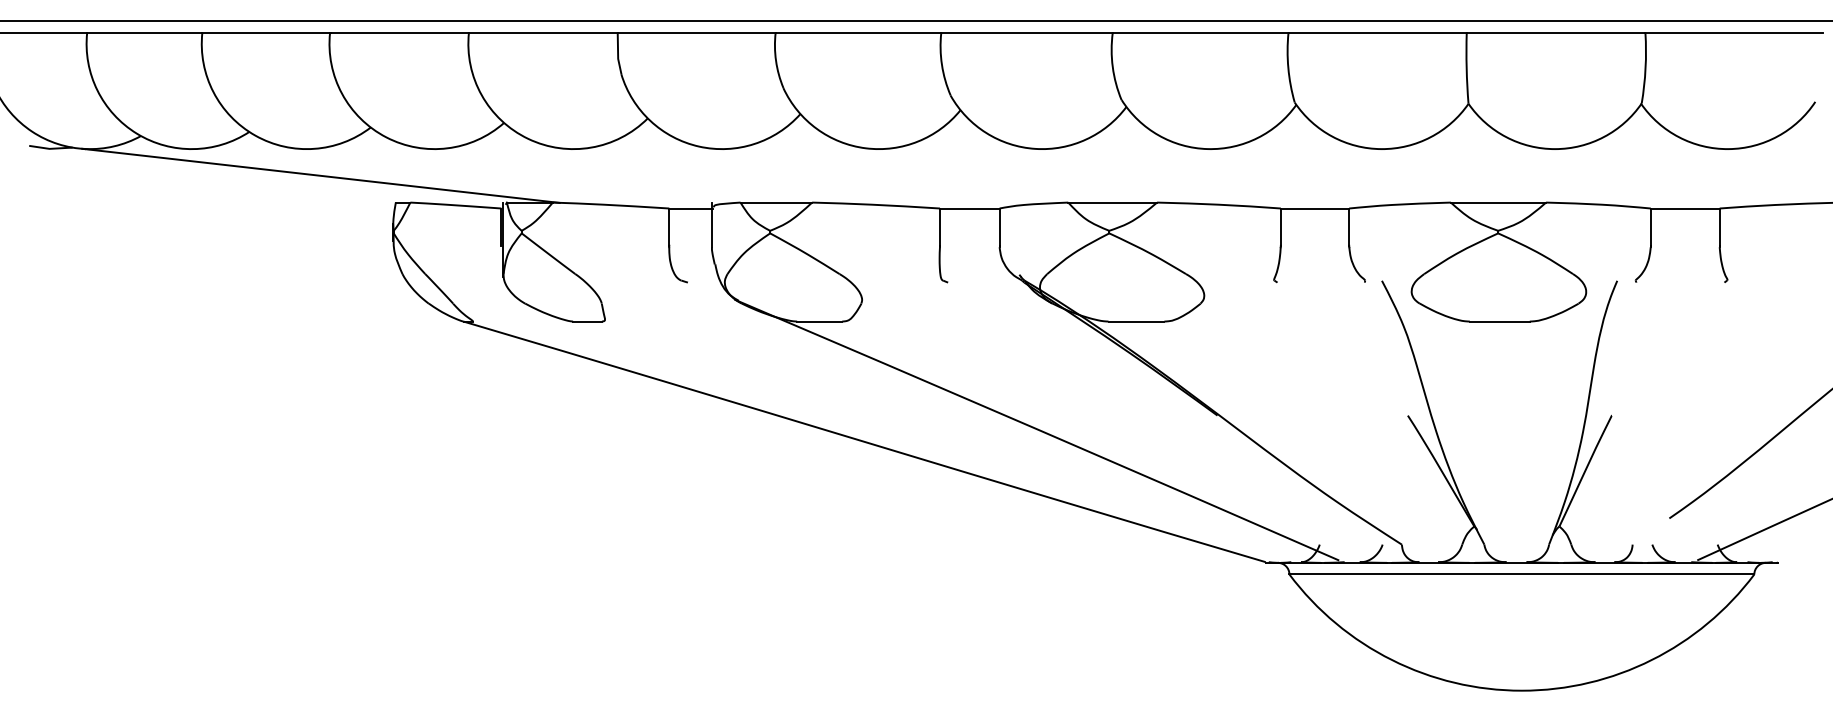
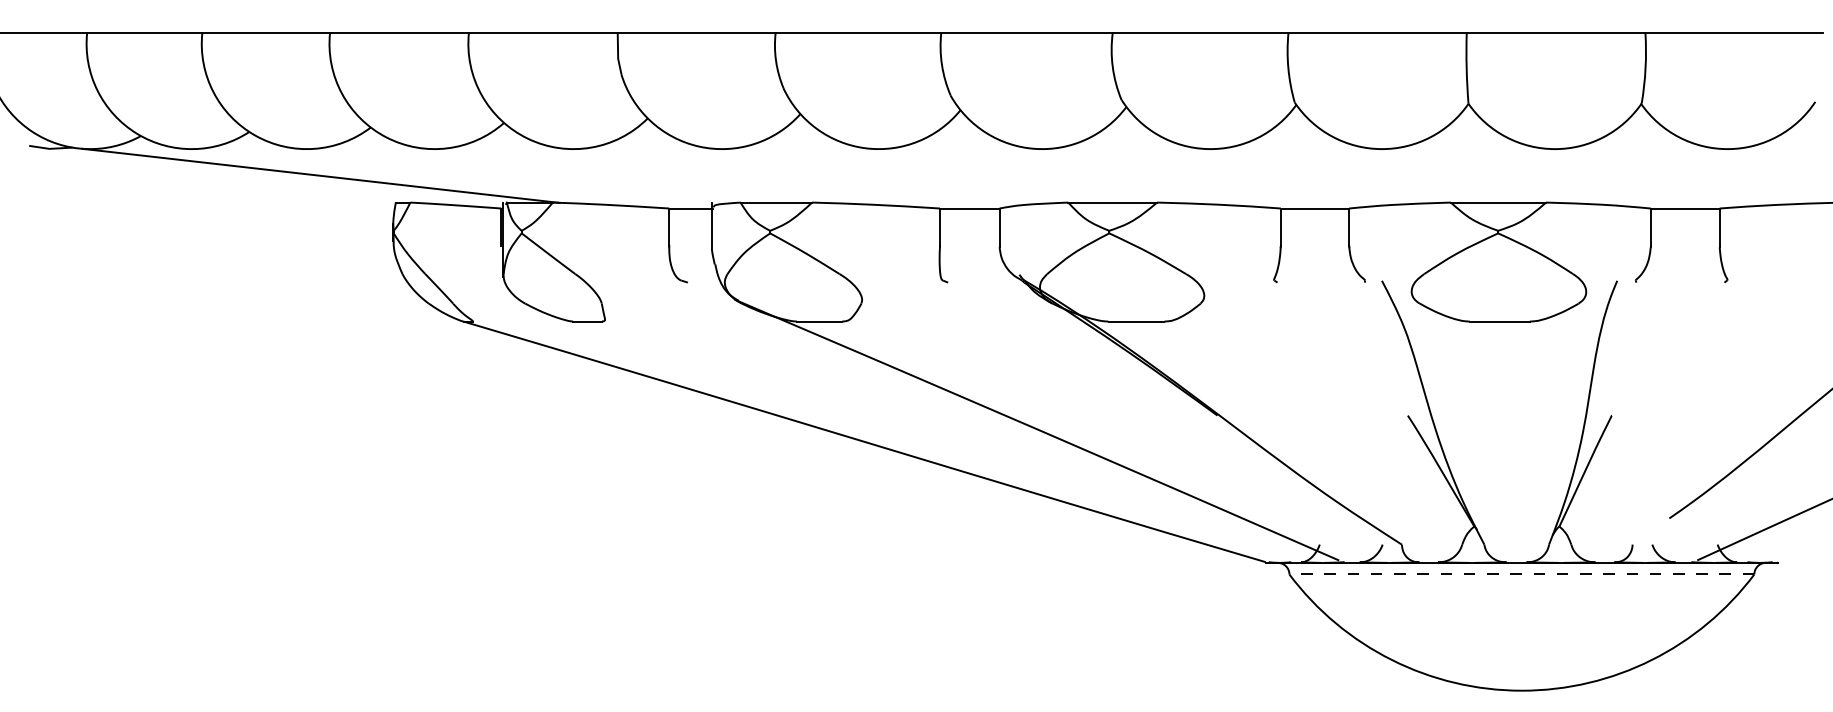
line at (915, 21): present -> none
line at (1521, 574): solid -> dashed
